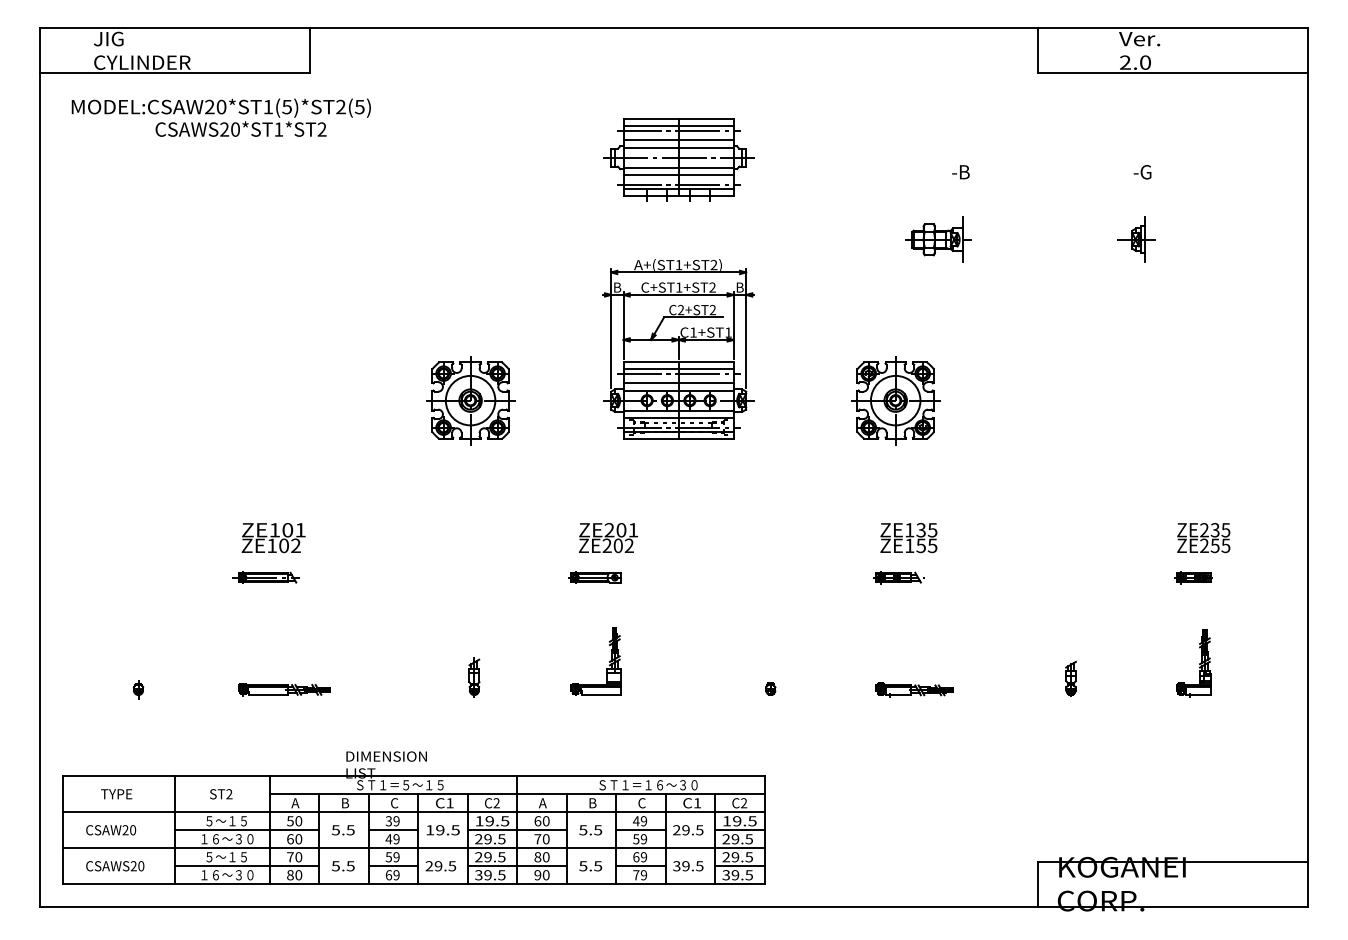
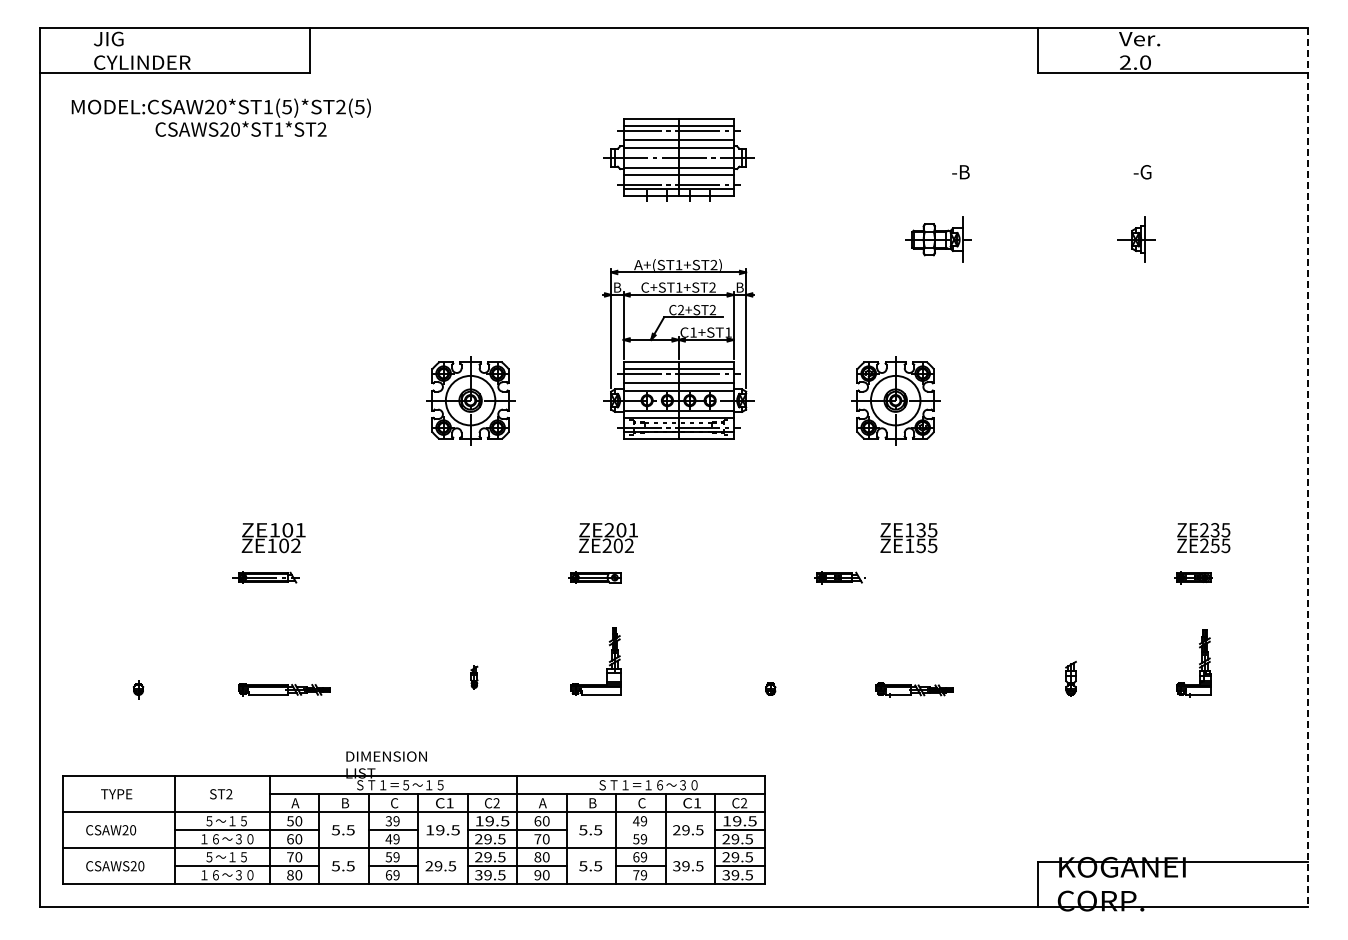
line at (1307, 468): solid -> dashed
part at (898, 577) position: (898, 577) -> (839, 577)
part at (474, 677) size: 13x41 px -> 9x25 px
line at (640, 830): present -> none
